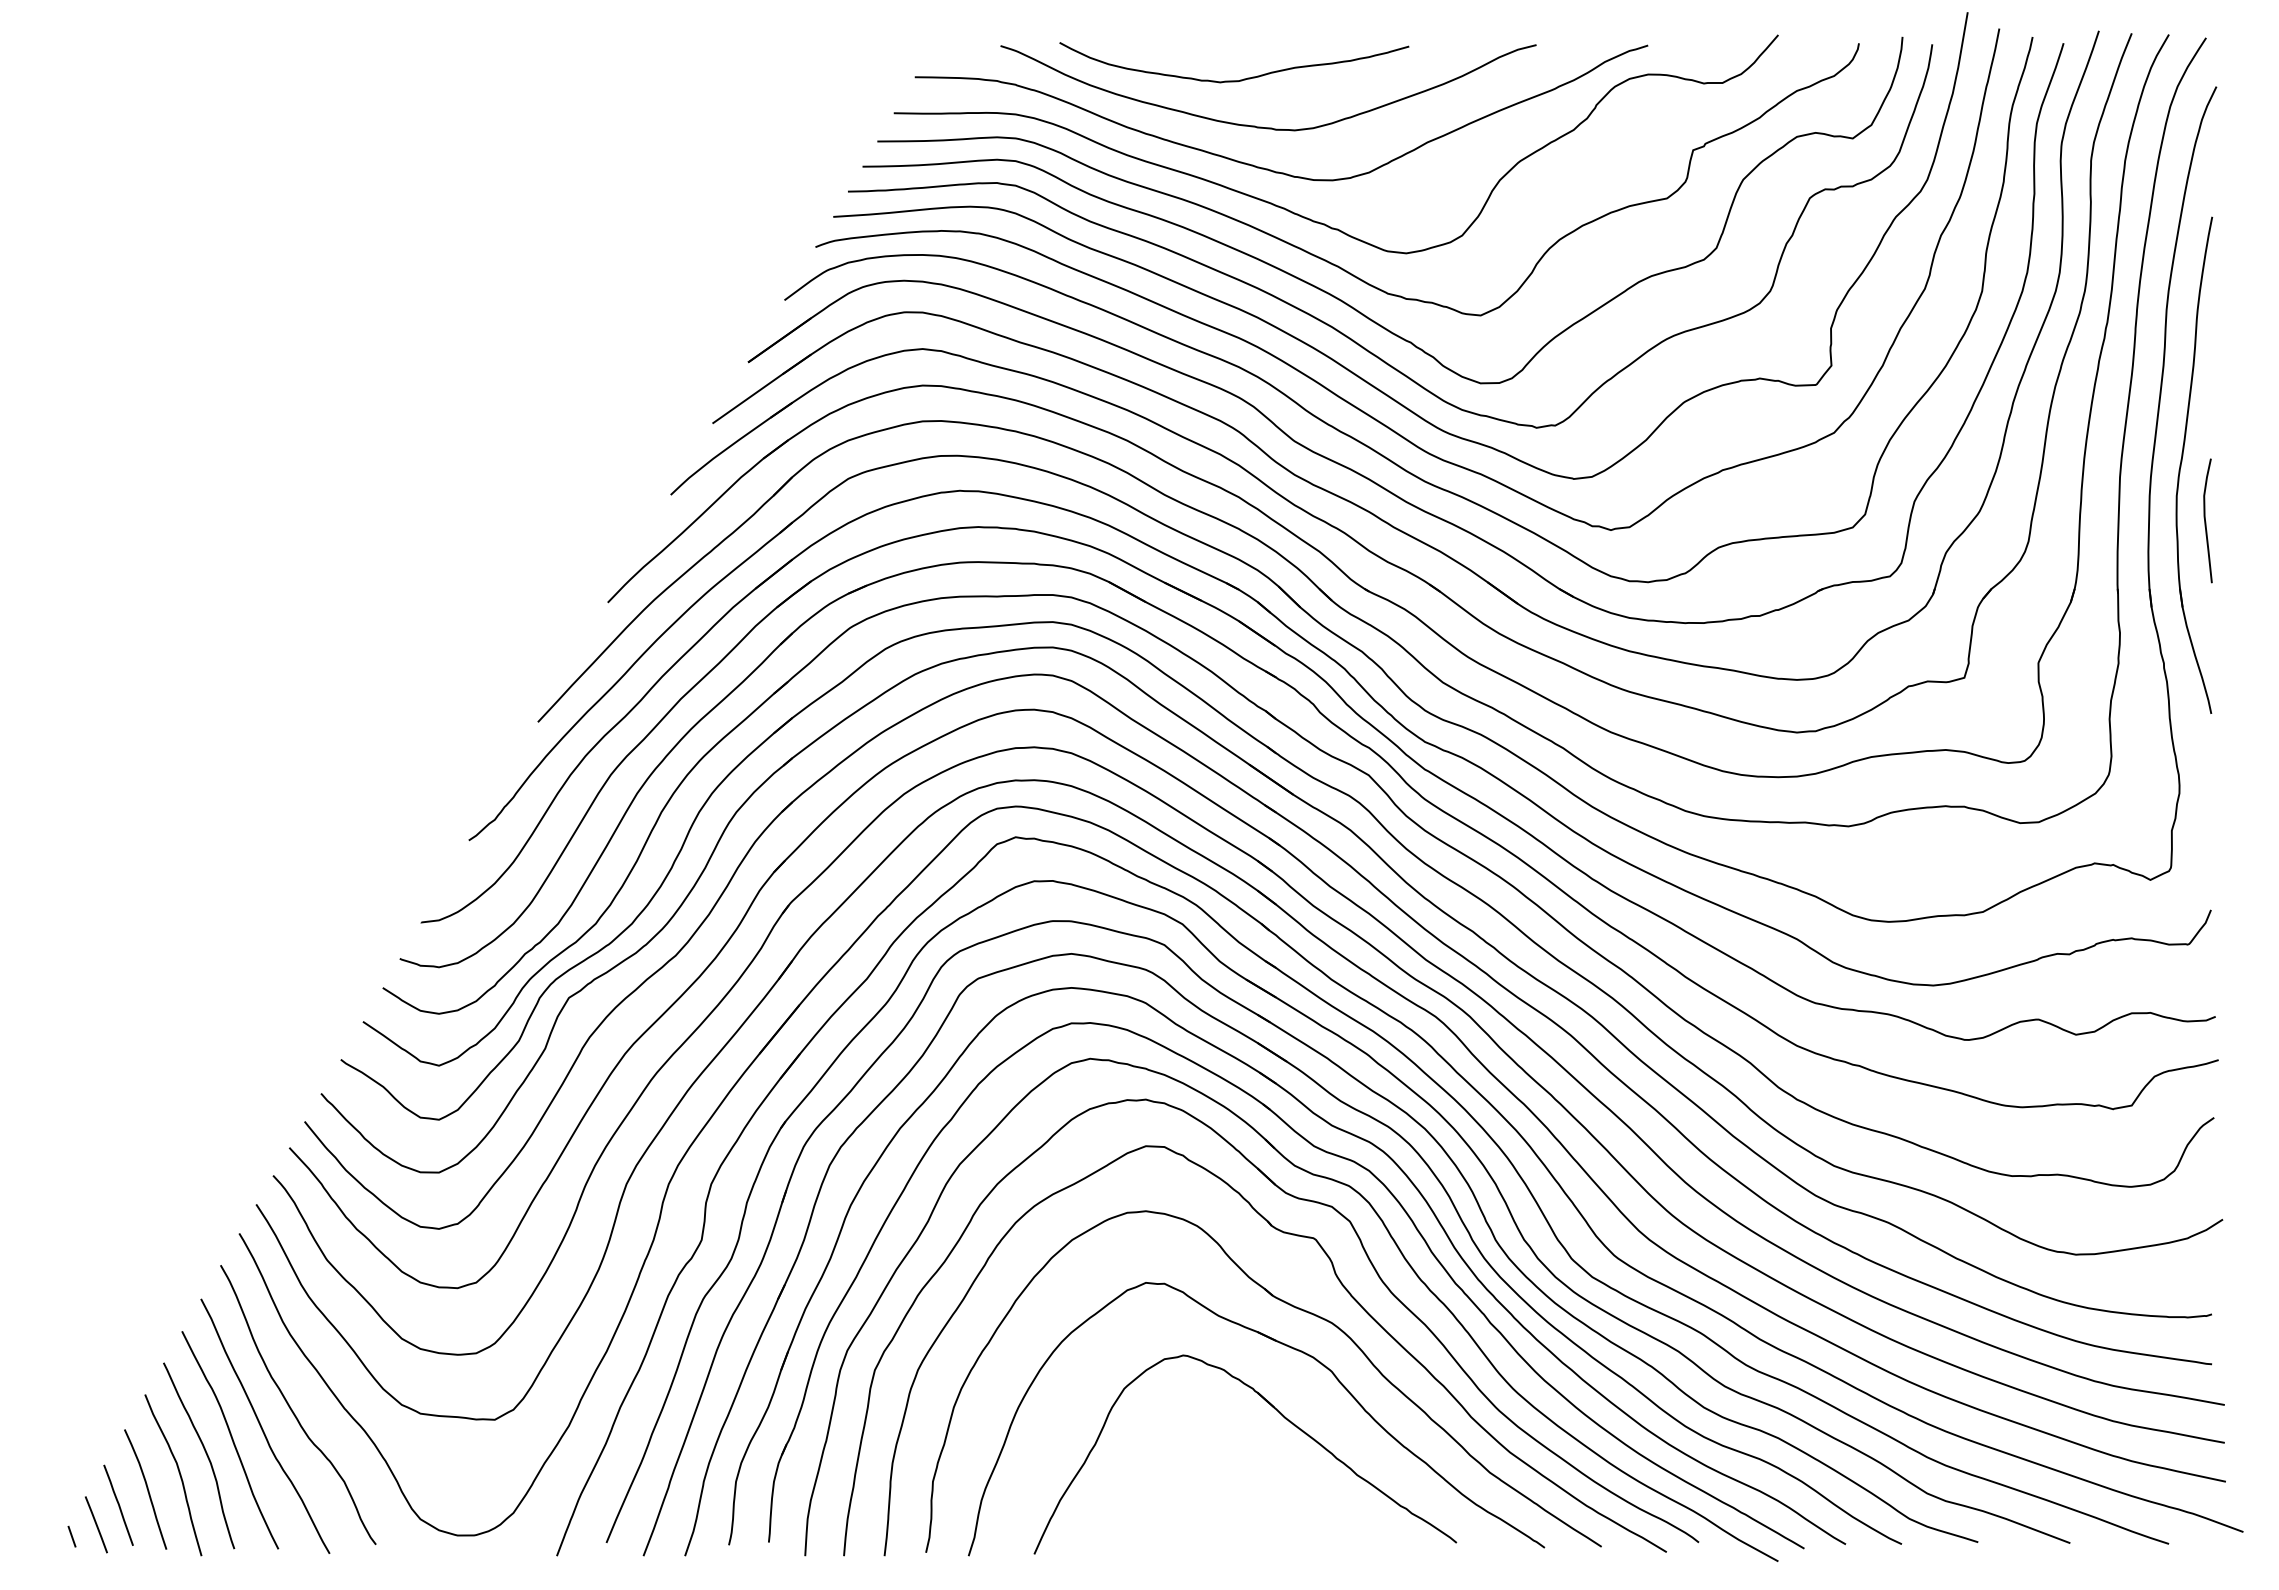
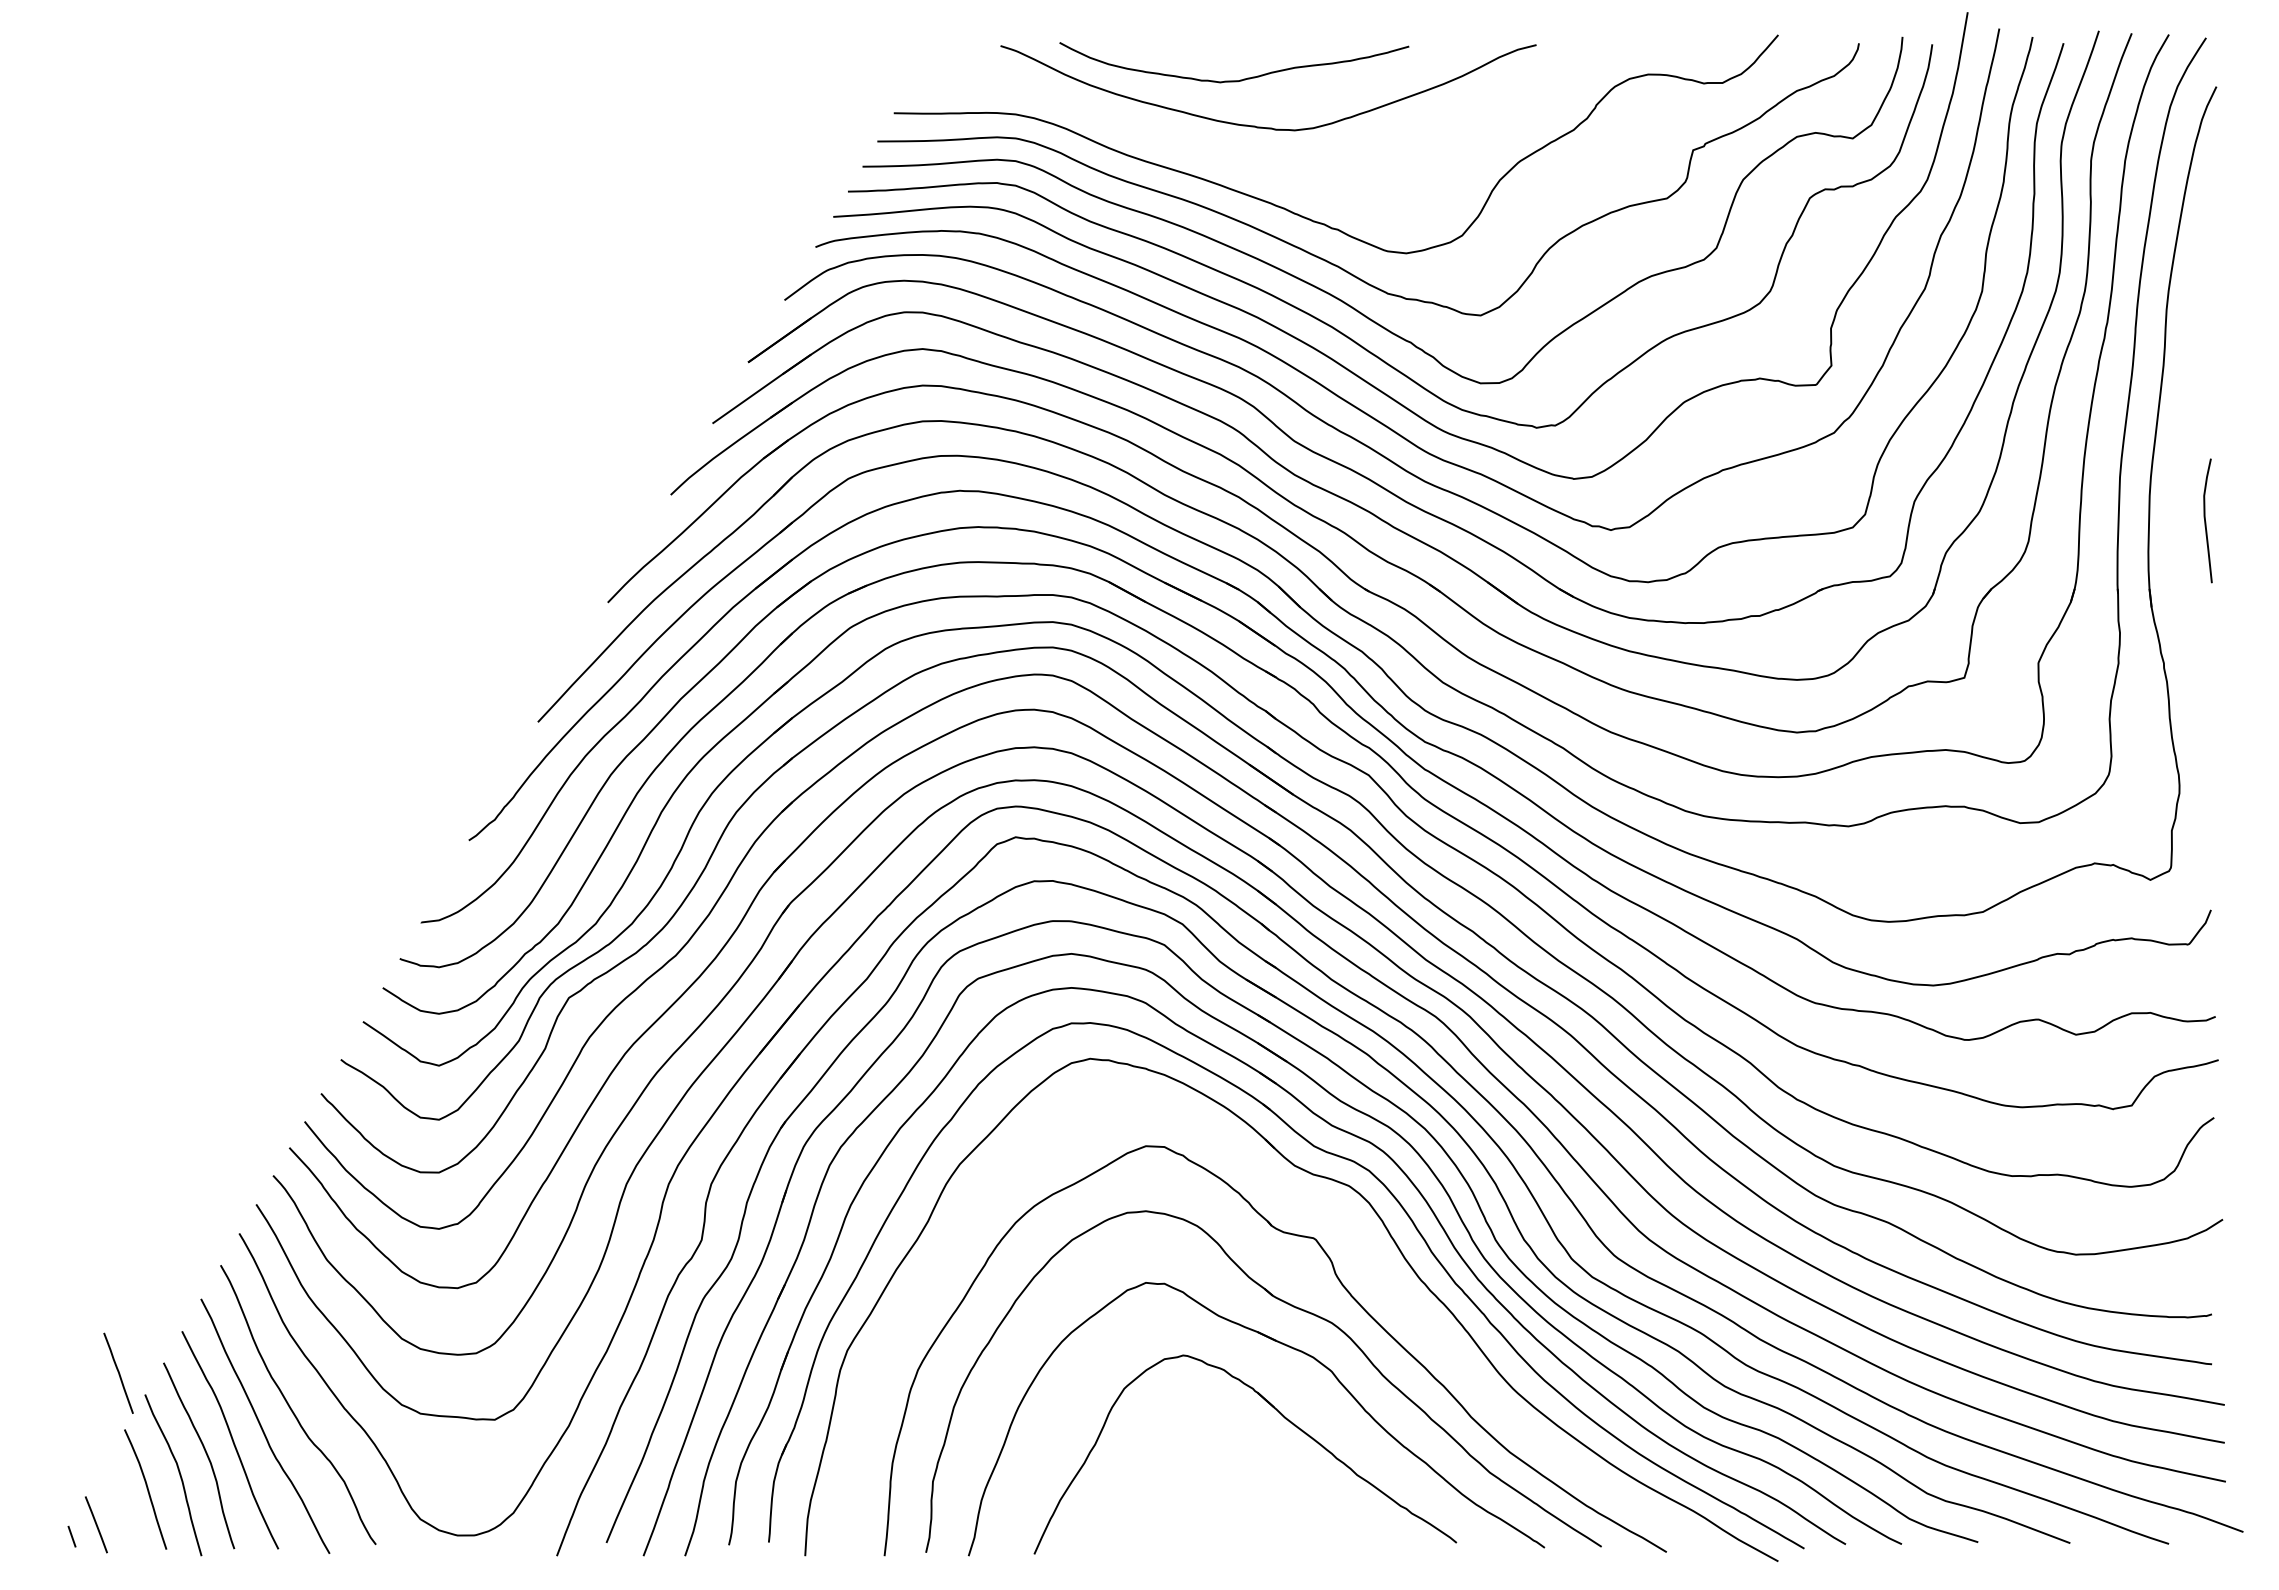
curve at (1268, 168): present -> none
part at (2182, 462): present -> none
part at (1372, 1267): present -> none
line at (118, 1504) position: (118, 1504) -> (118, 1372)
